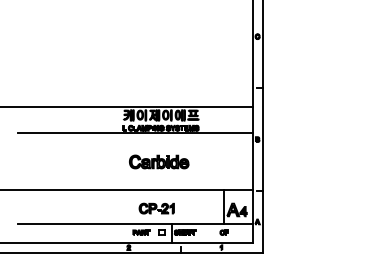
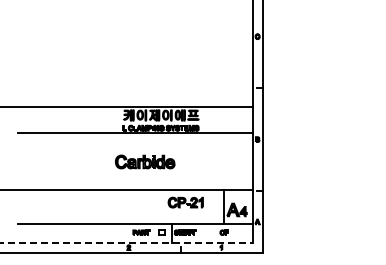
part at (159, 161) position: (159, 161) -> (145, 161)
part at (156, 208) position: (156, 208) -> (185, 202)
line at (126, 242): solid -> dashed
